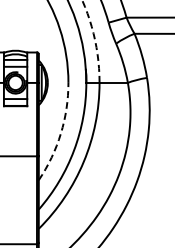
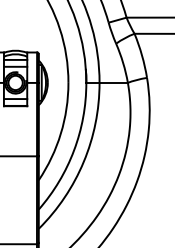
arc at (95, 40): dashed -> solid
arc at (60, 133): dashed -> solid
